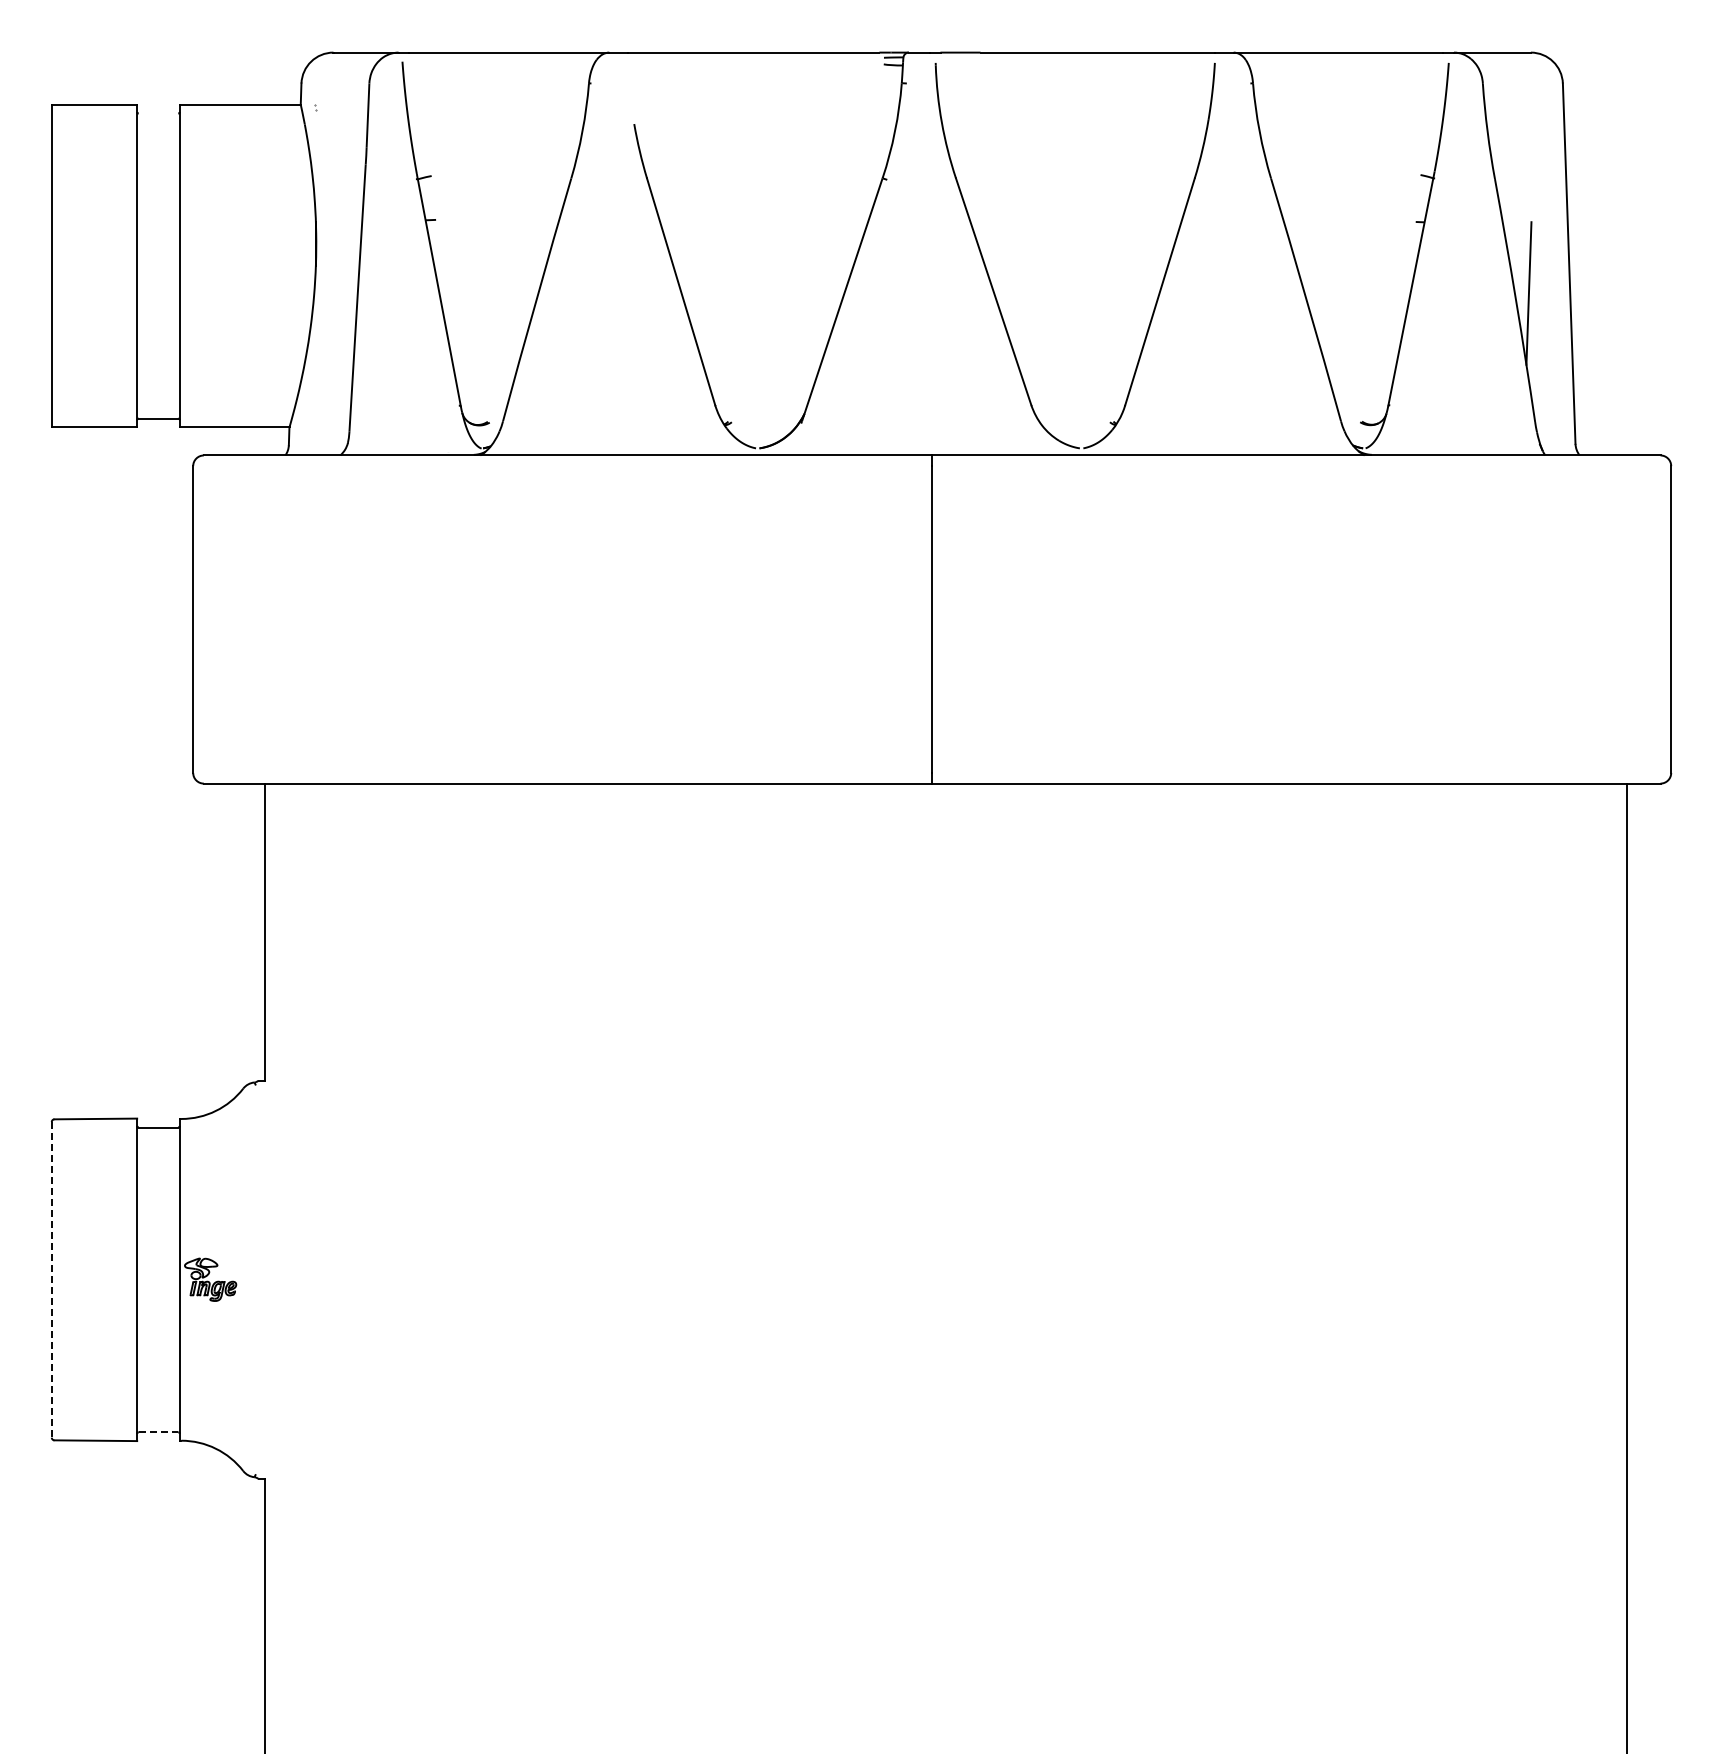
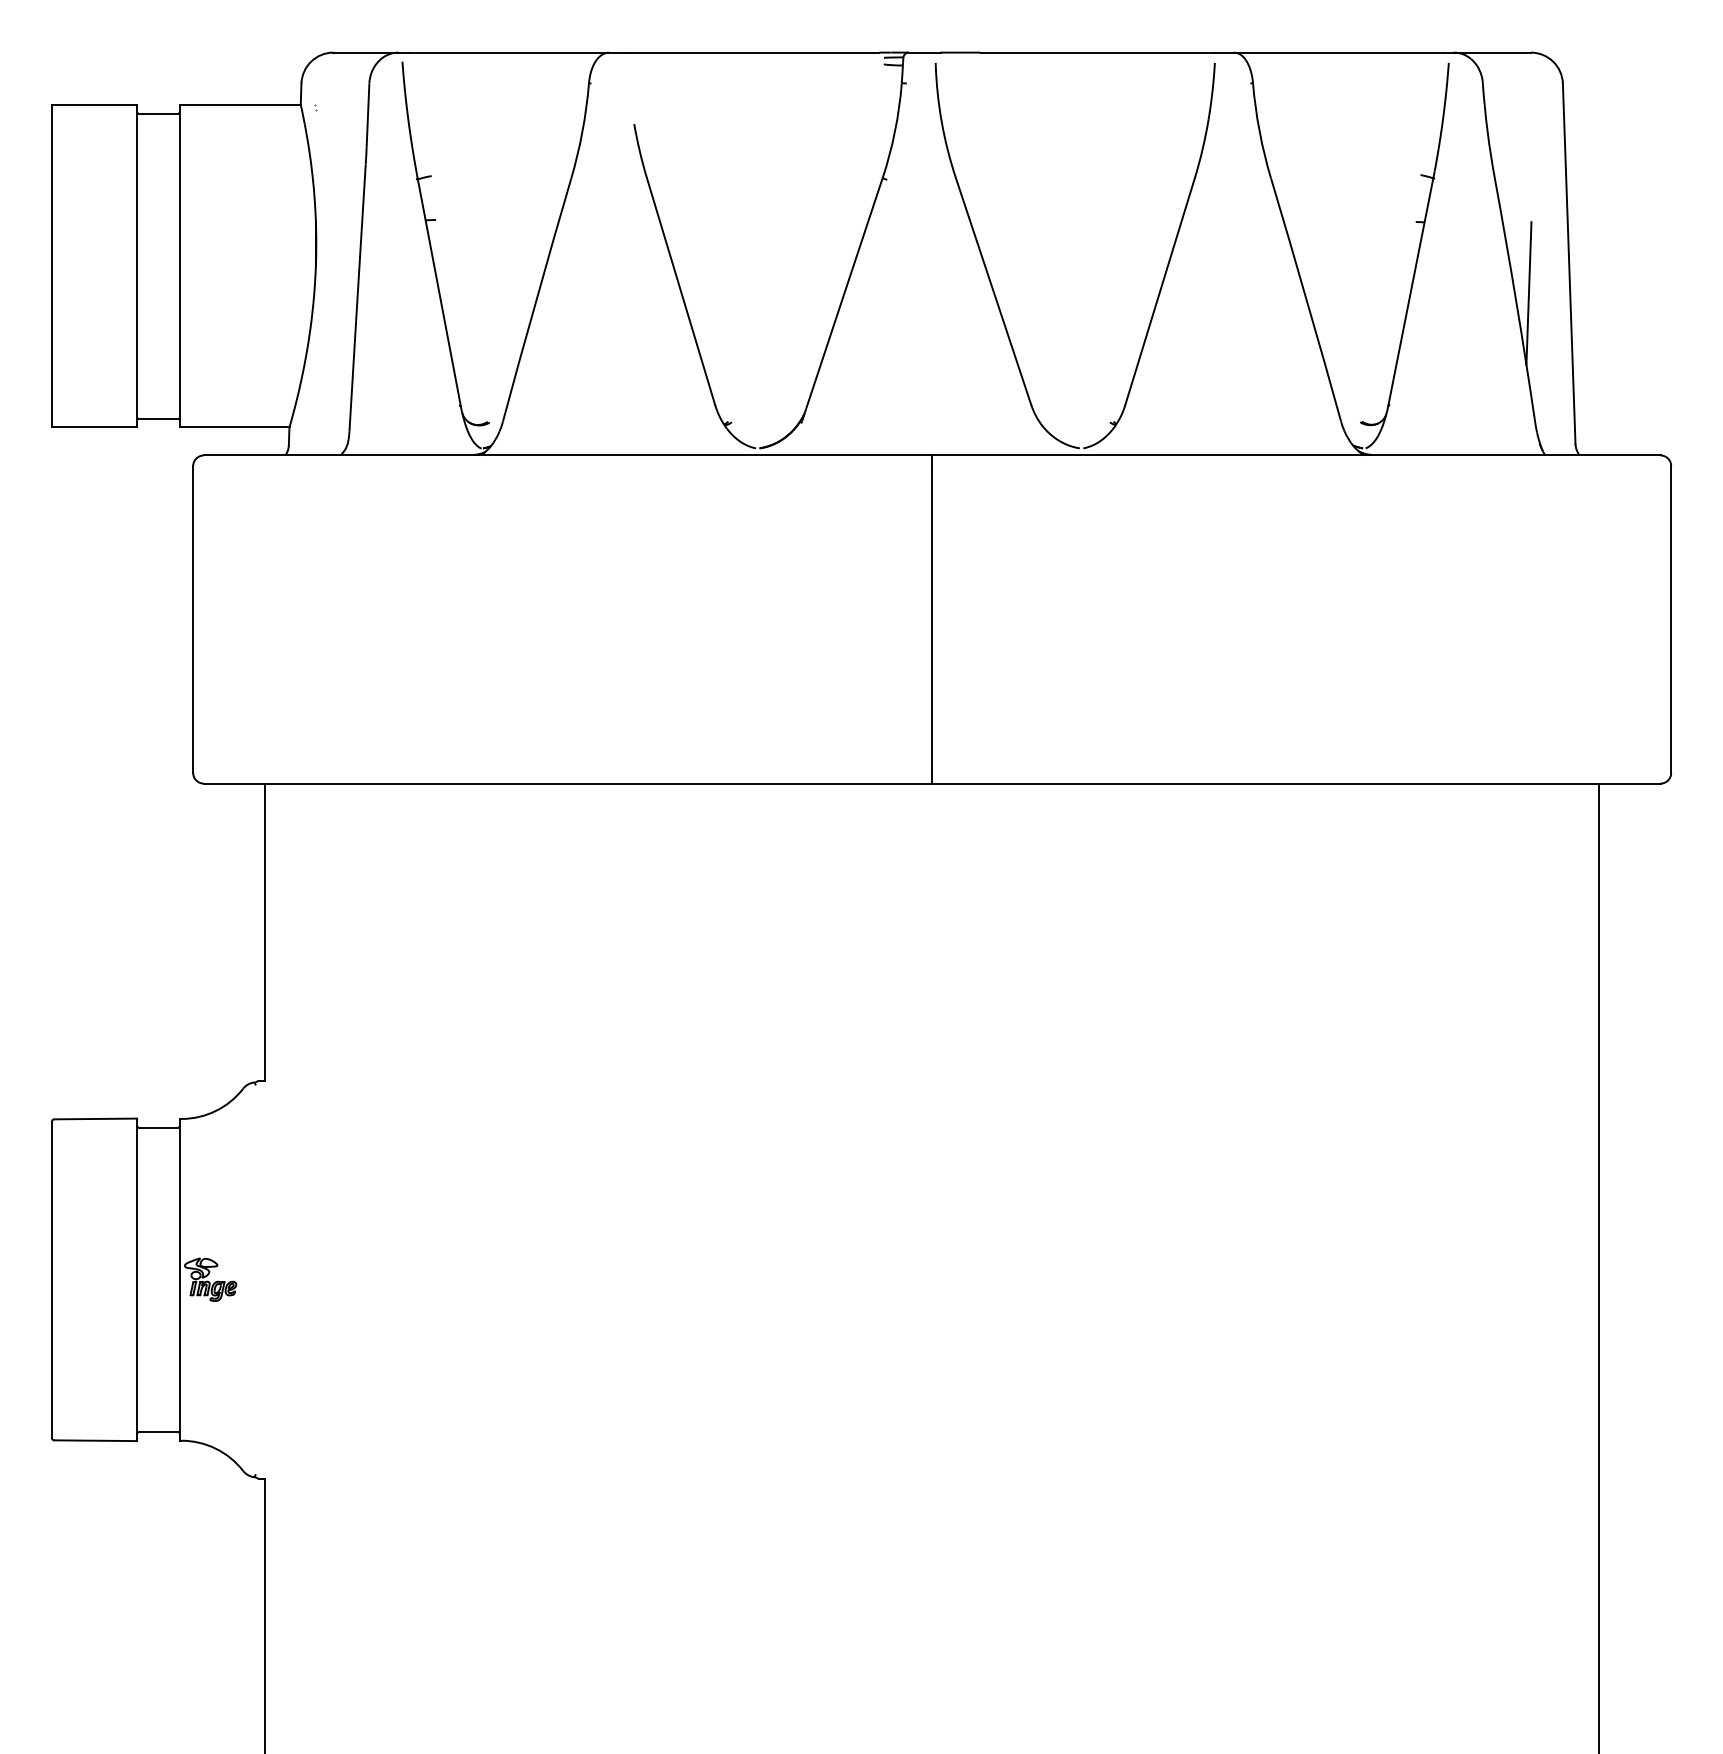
line at (158, 113): none -> present
line at (1627, 1266) position: (1627, 1266) -> (1599, 1266)
line at (51, 1279): dashed -> solid
line at (158, 1432): dashed -> solid
